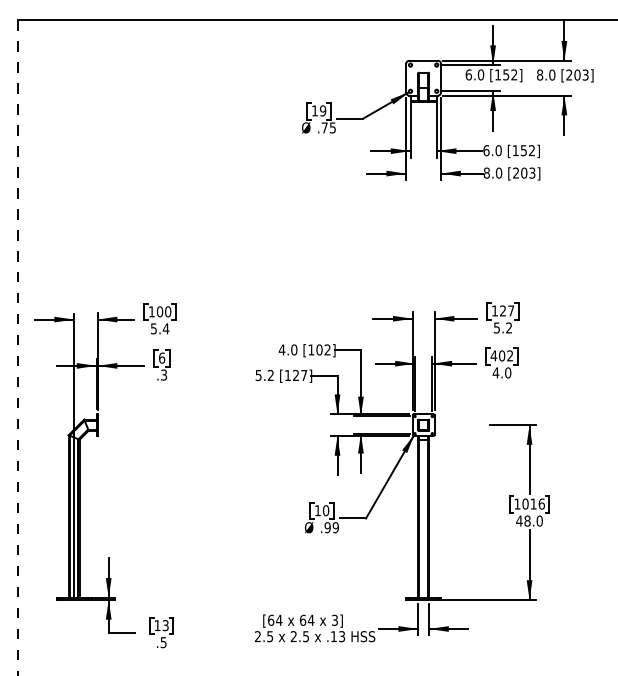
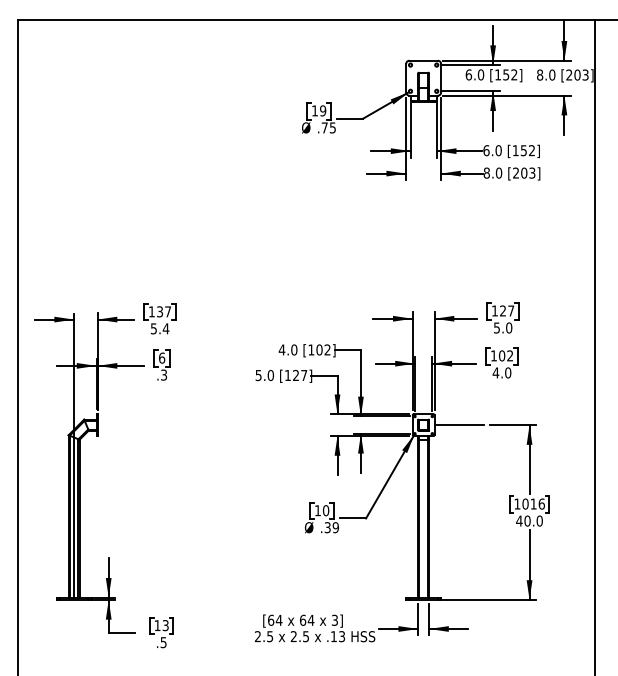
text at (163, 311): 100 -> 137
text at (509, 327): 5.2 -> 5.0
line at (595, 346): none -> present
line at (18, 348): dashed -> solid
text at (493, 355): 402 -> 102
text at (270, 375): 5.2 -> 5.0
line at (459, 425): none -> present
text at (527, 520): 48.0 -> 40.0
text at (327, 527): .99 -> .39
